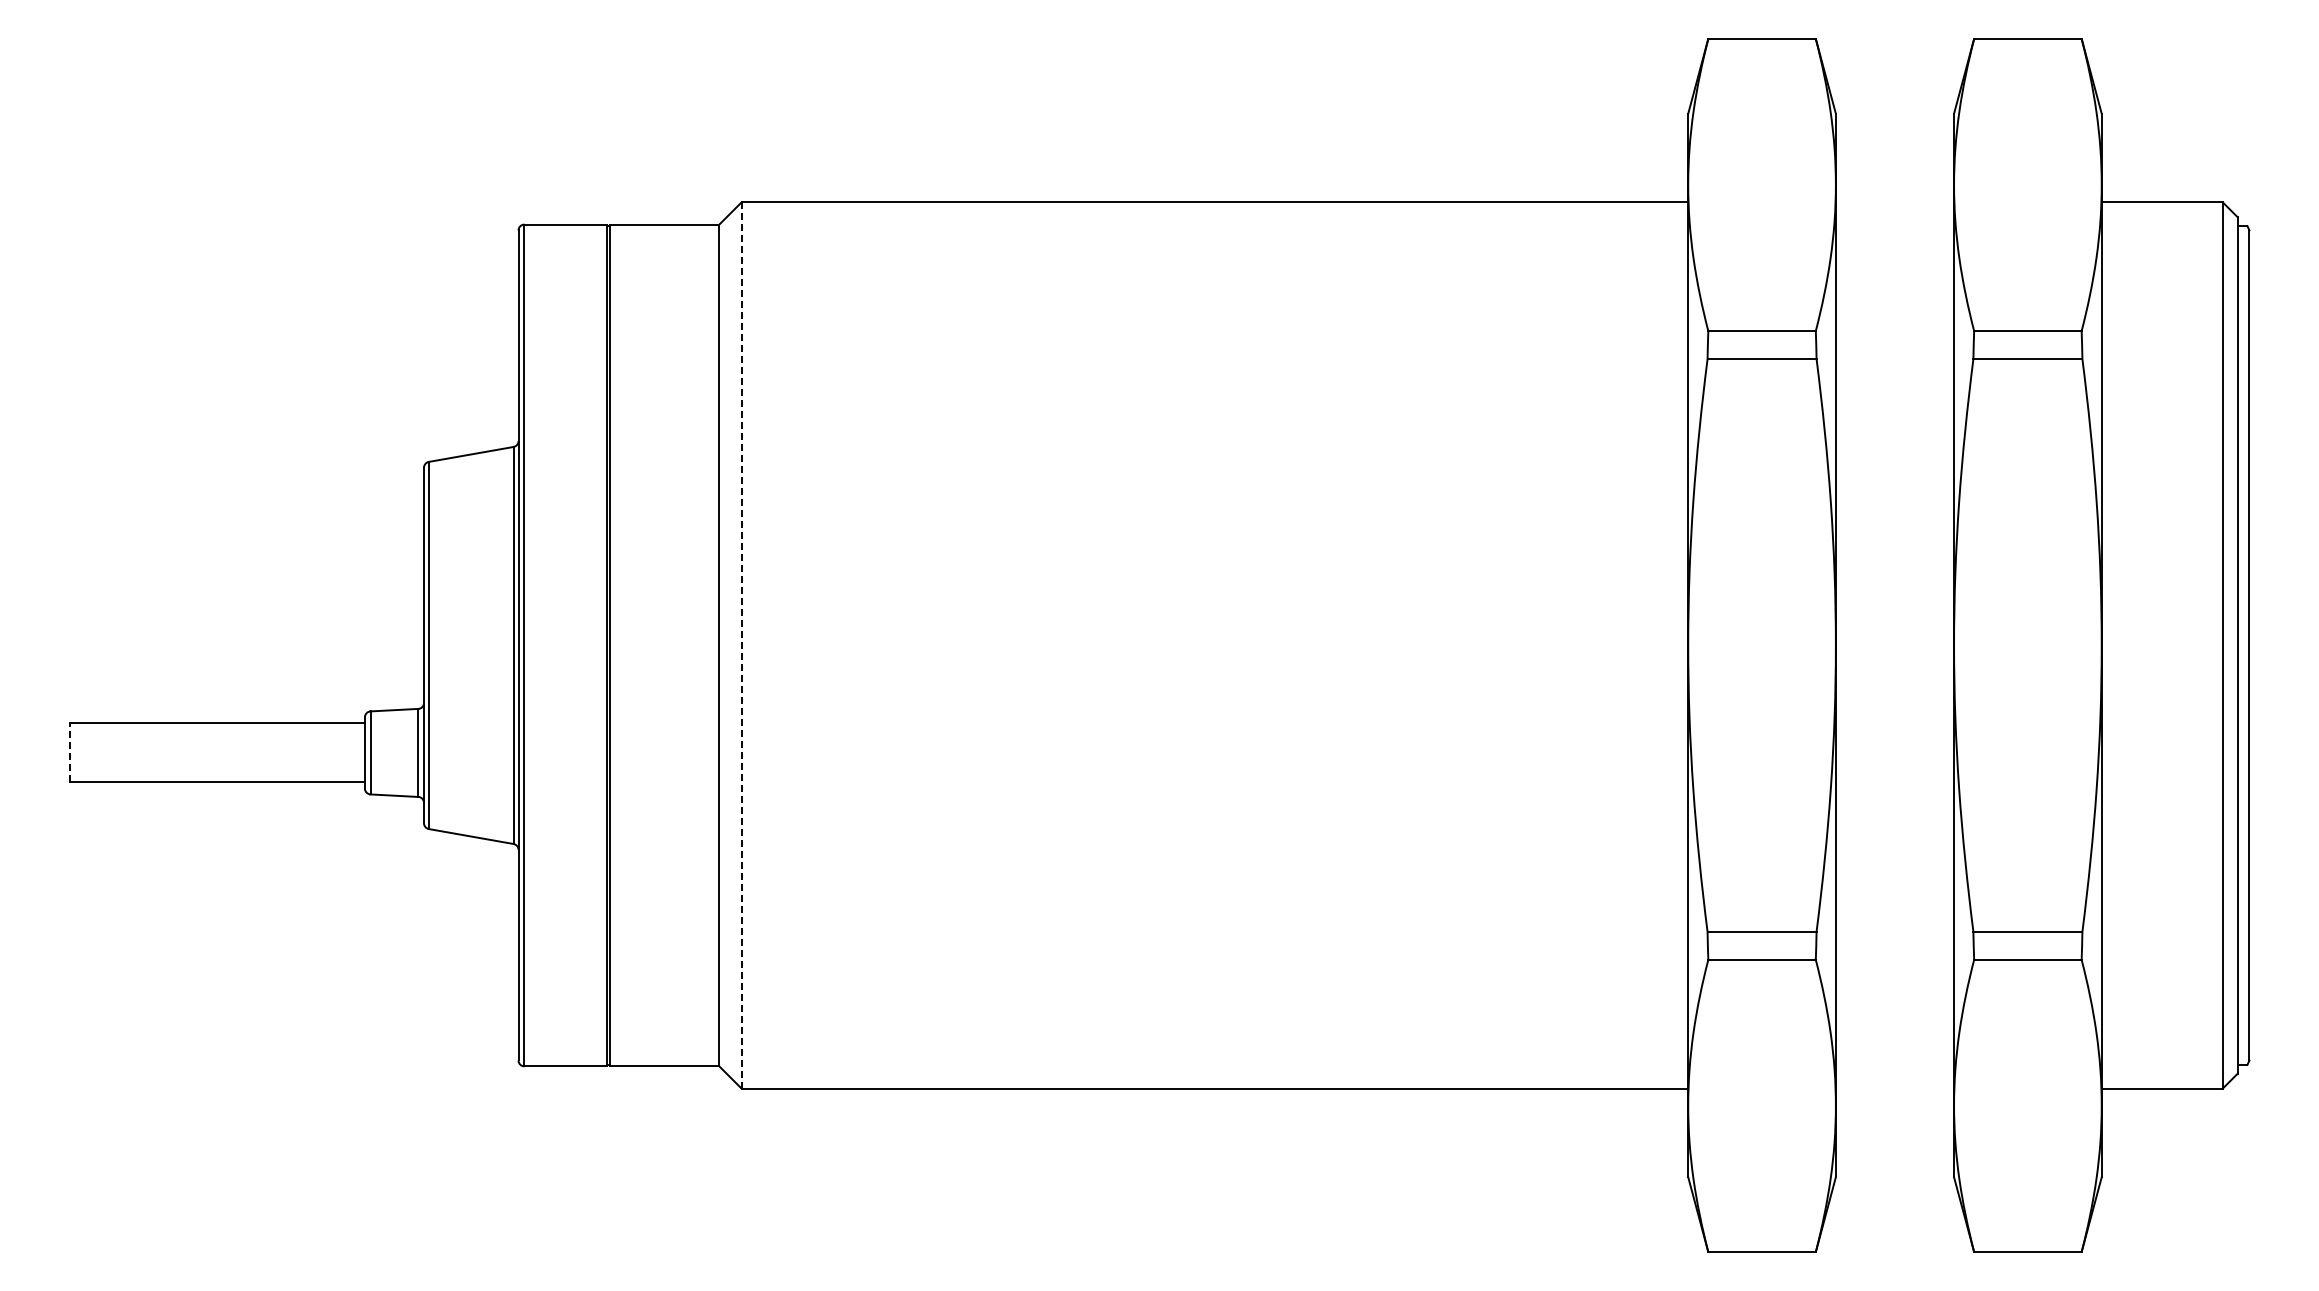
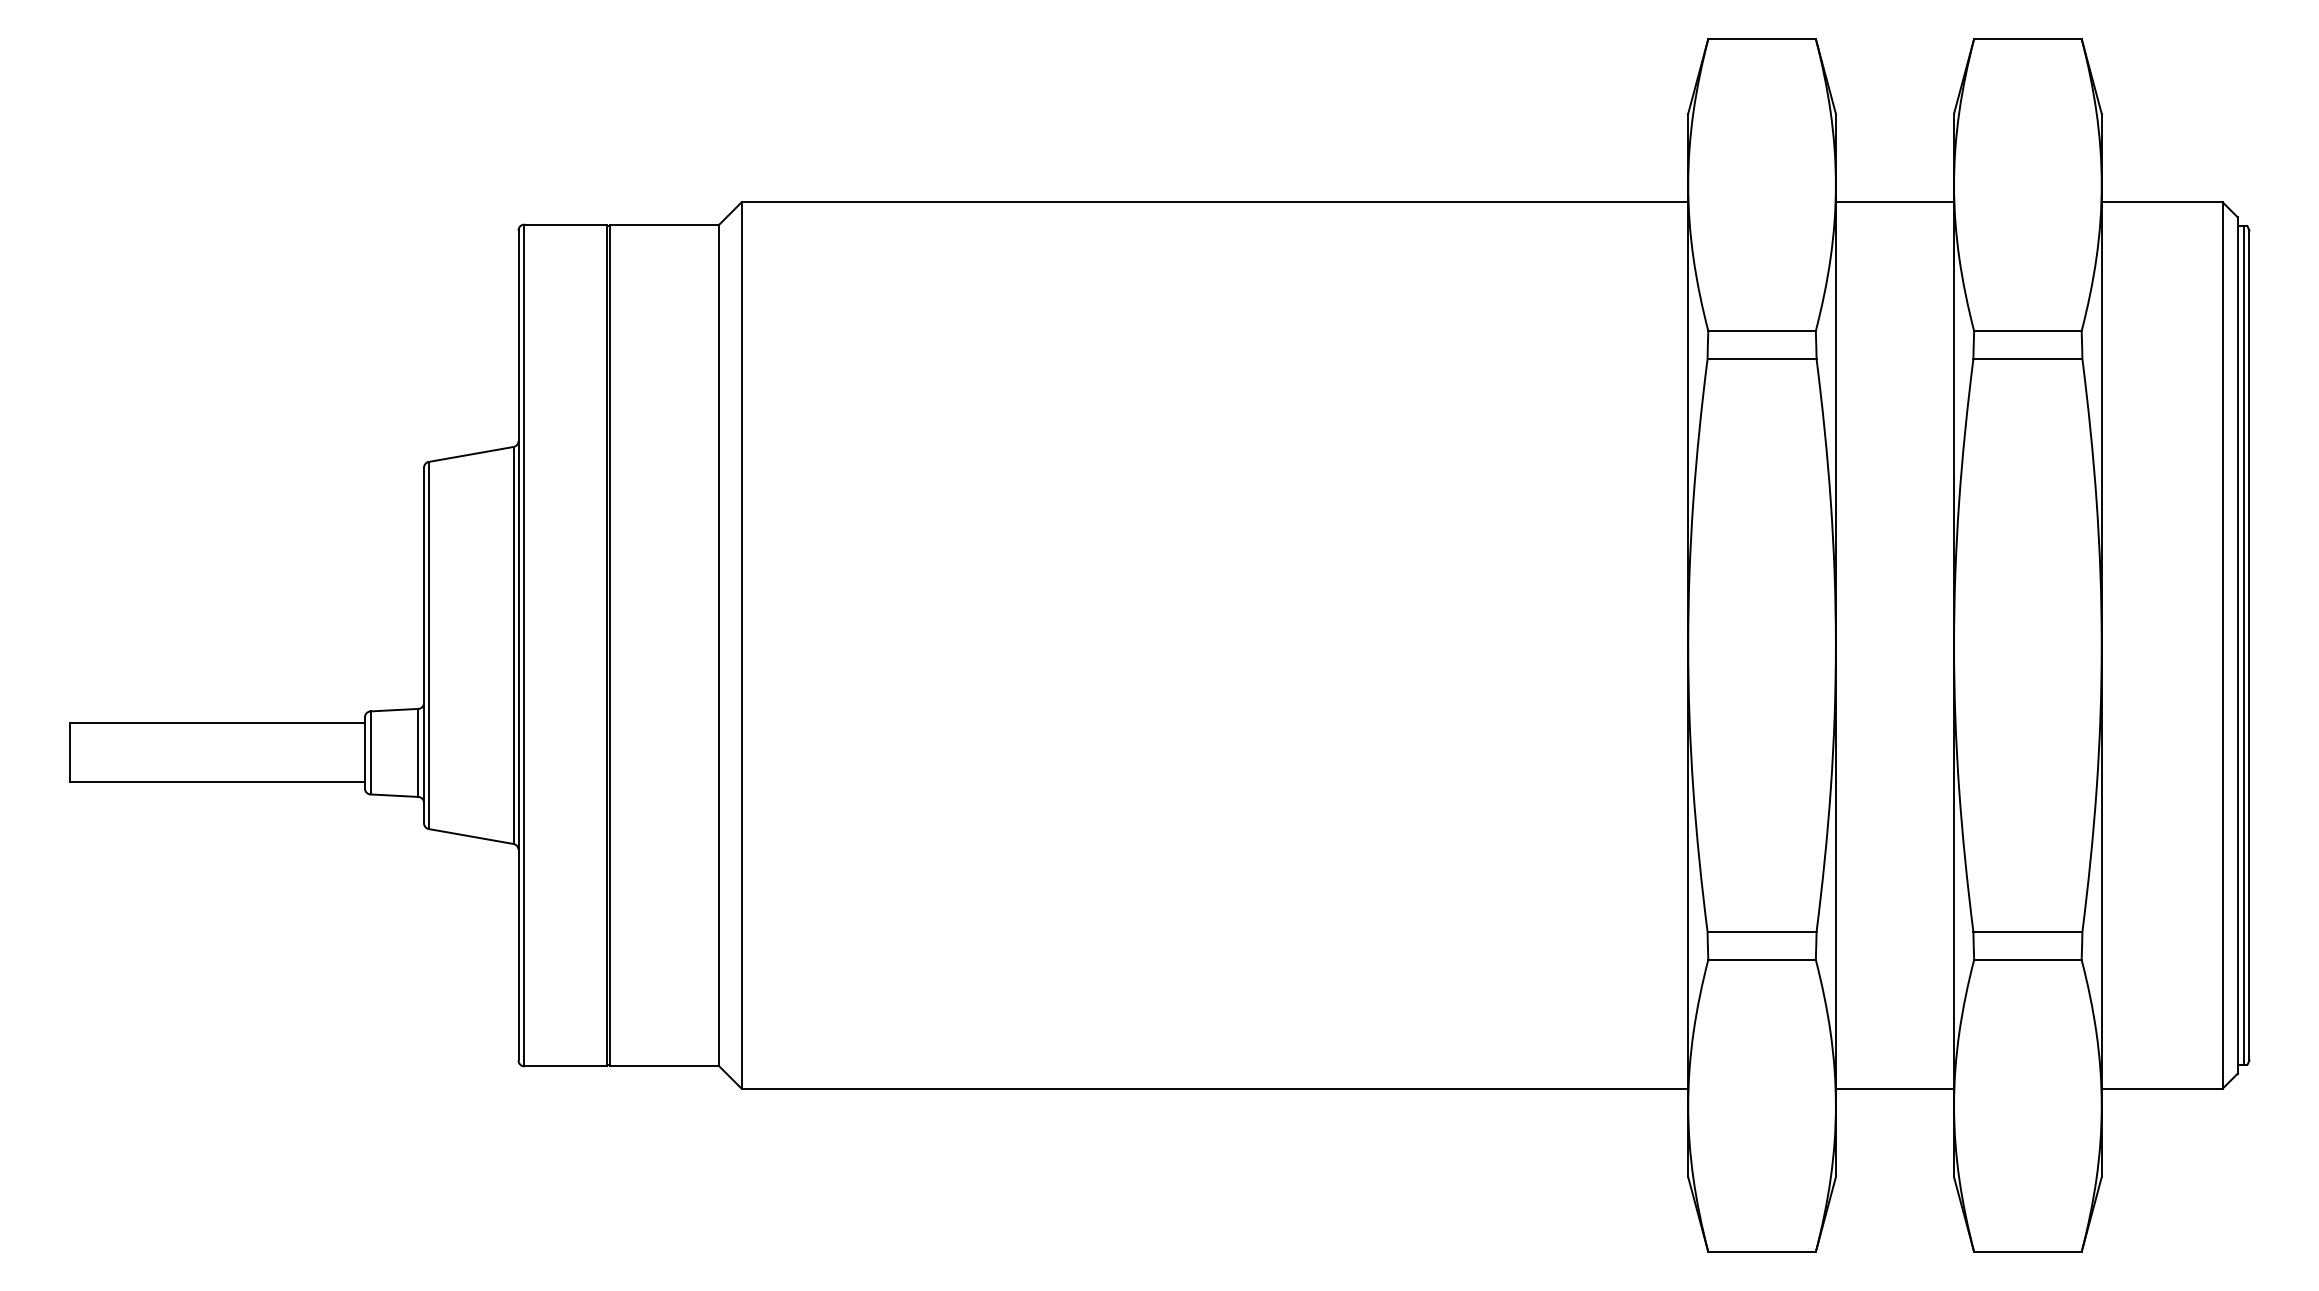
line at (1894, 202): none -> present
line at (741, 644): dashed -> solid
line at (2243, 645): none -> present
line at (69, 752): dashed -> solid
line at (1894, 1088): none -> present
